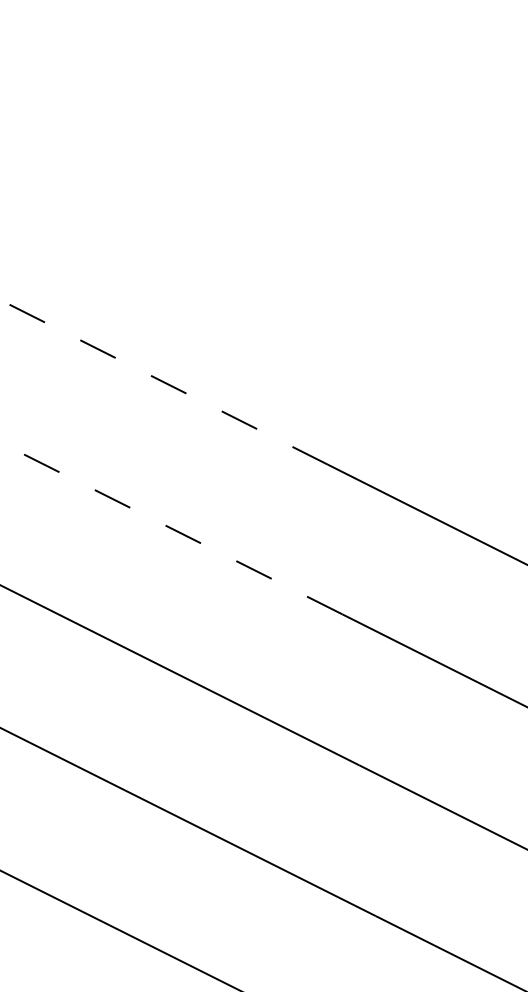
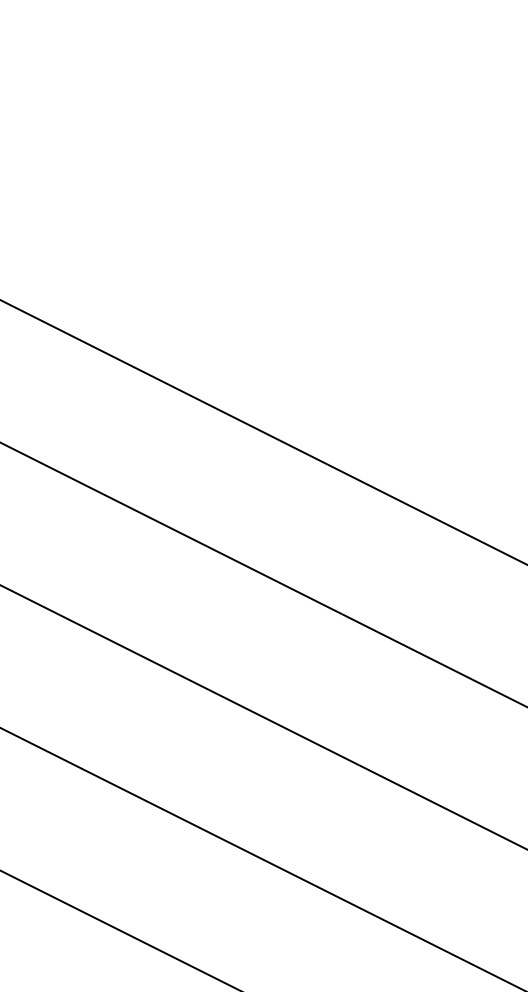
line at (163, 382): dashed -> solid
line at (170, 528): dashed -> solid
